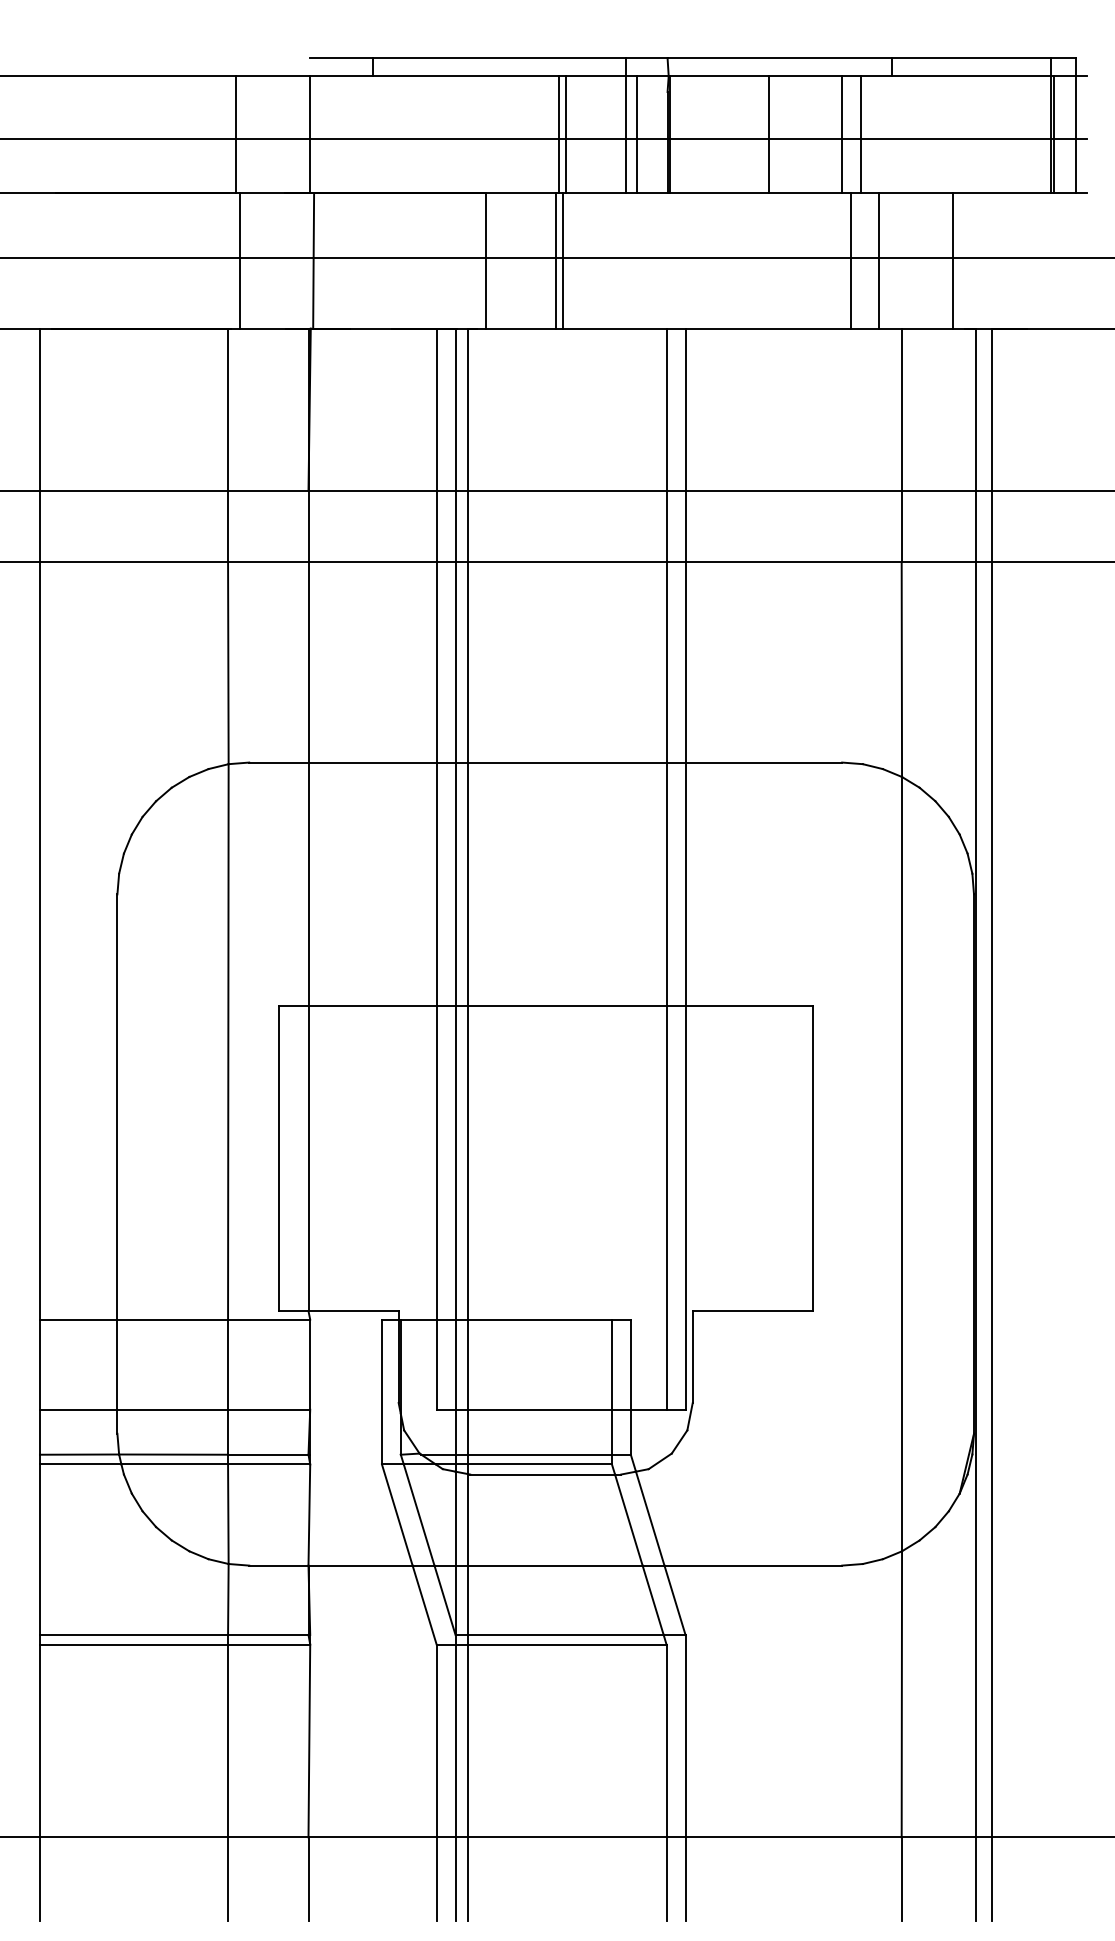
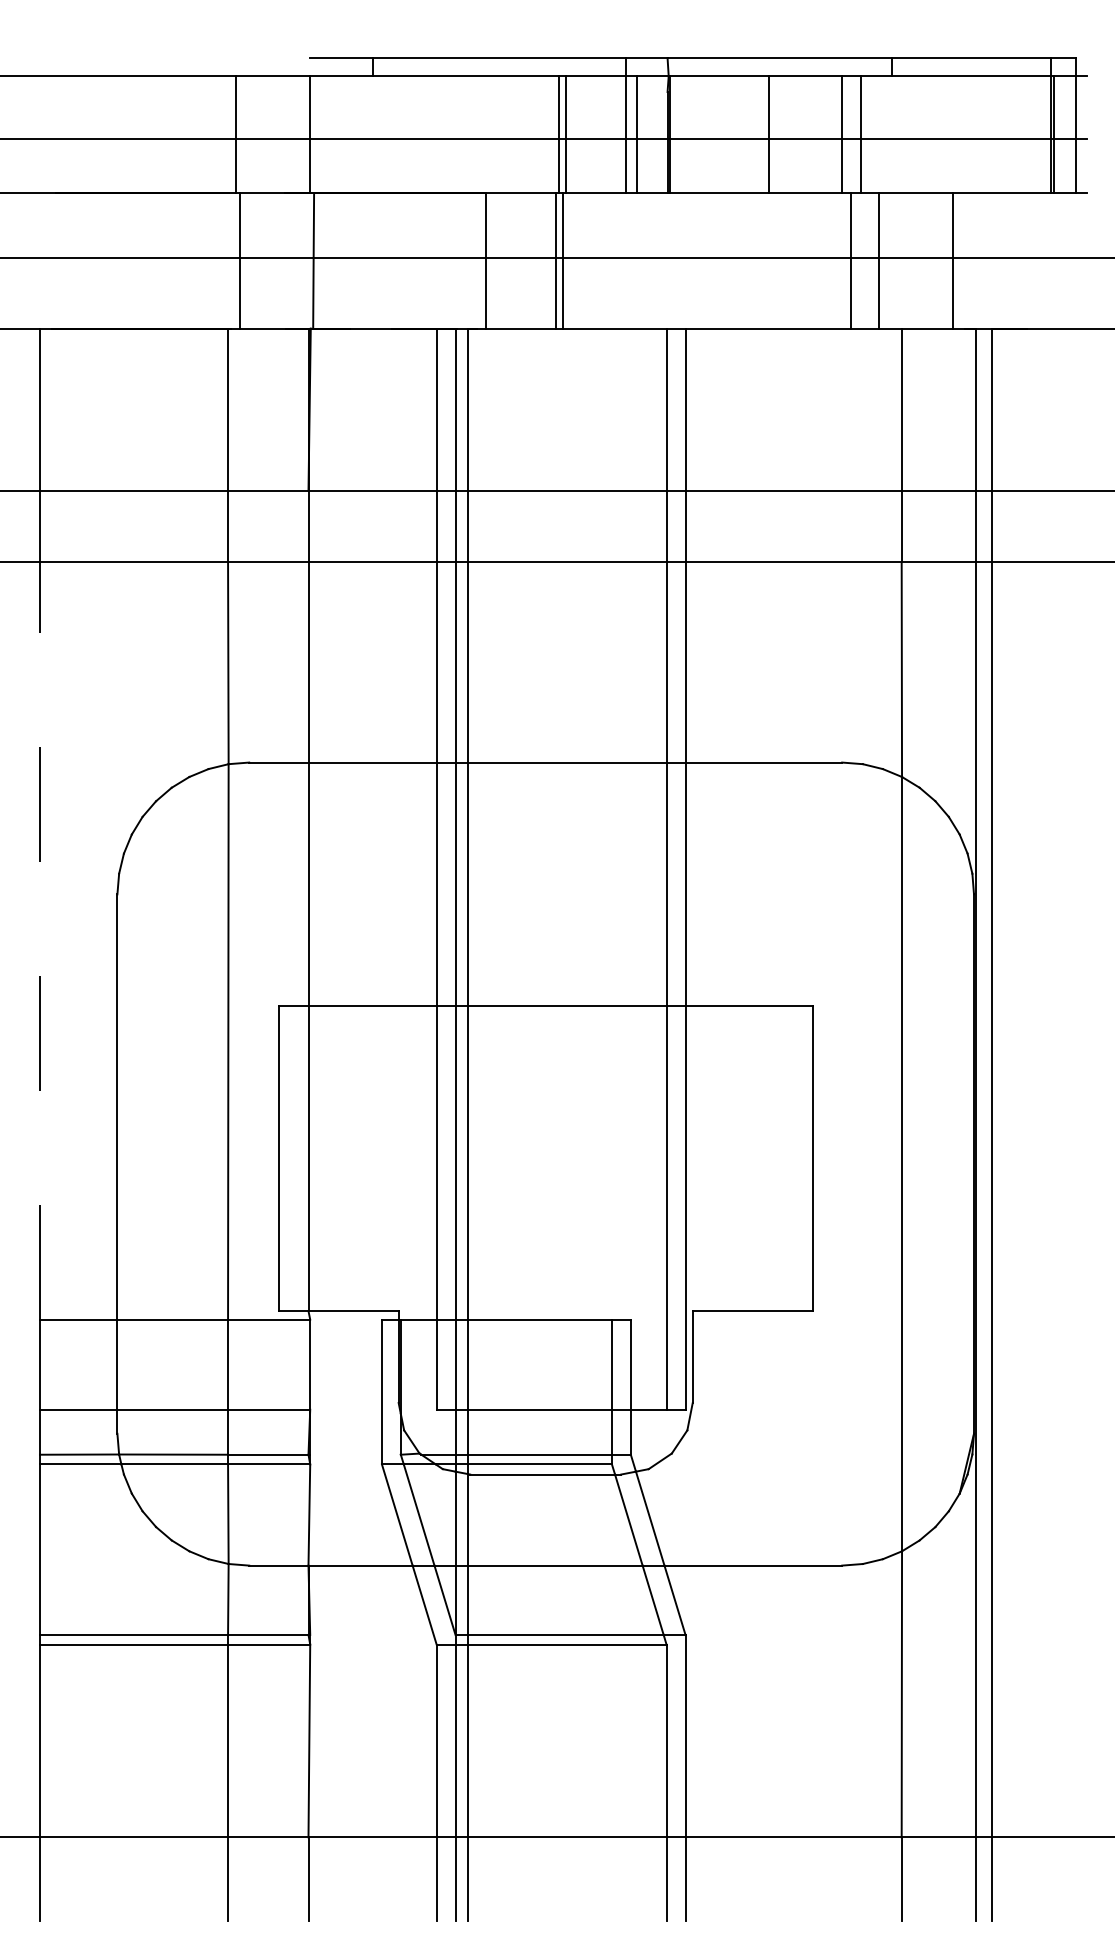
line at (39, 940): solid -> dashed
